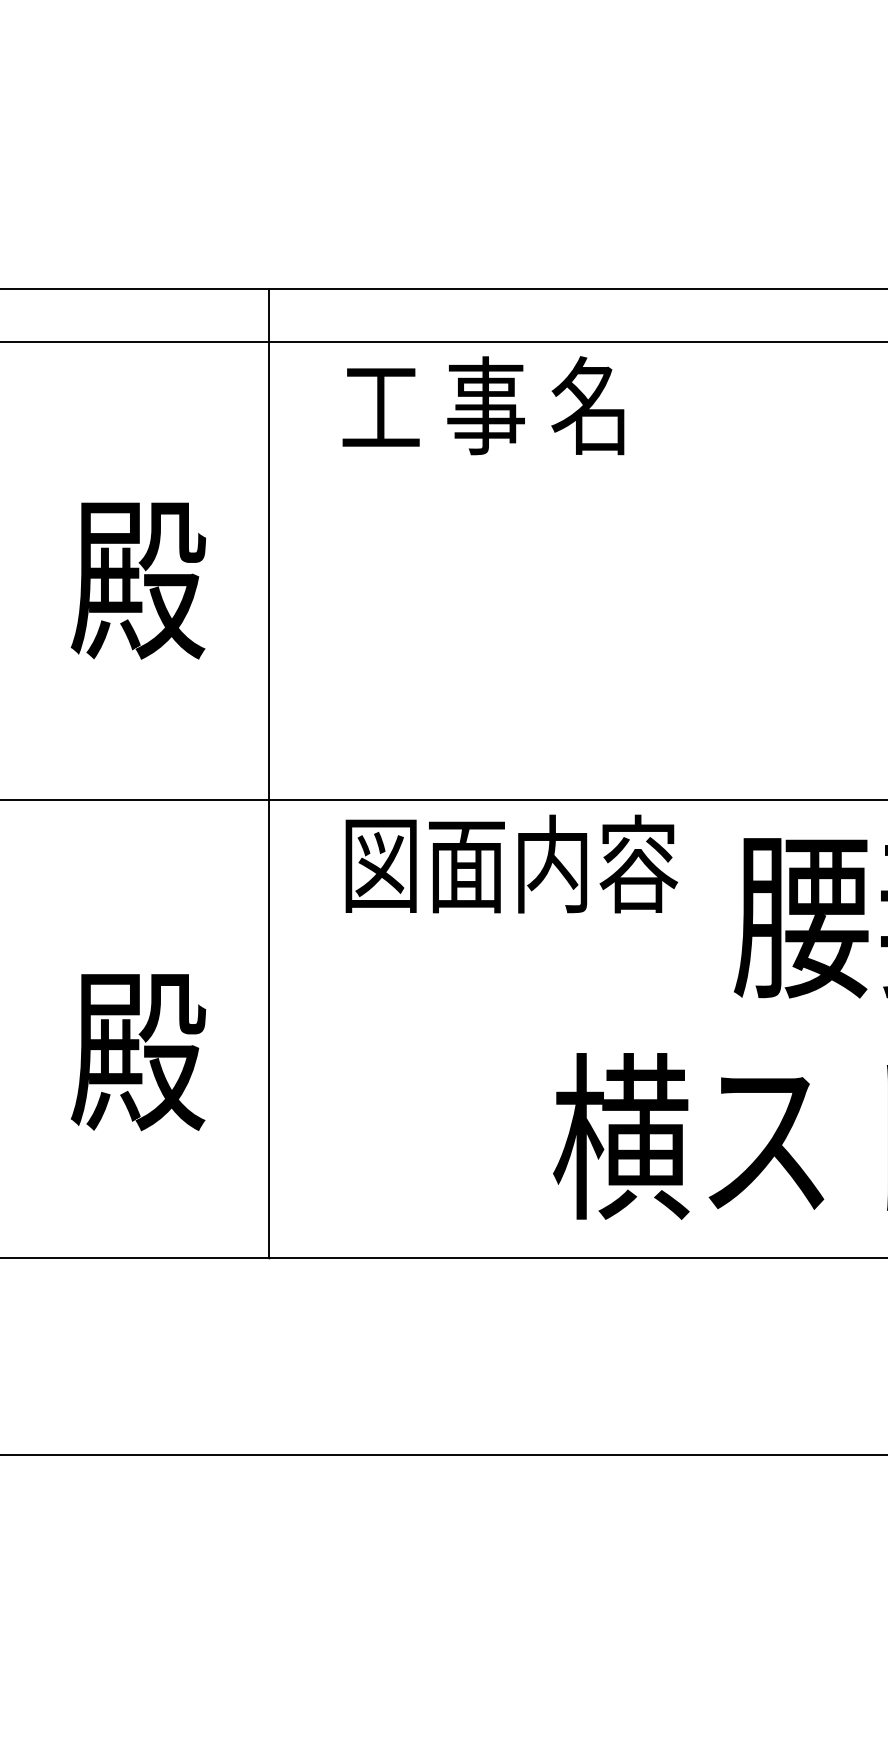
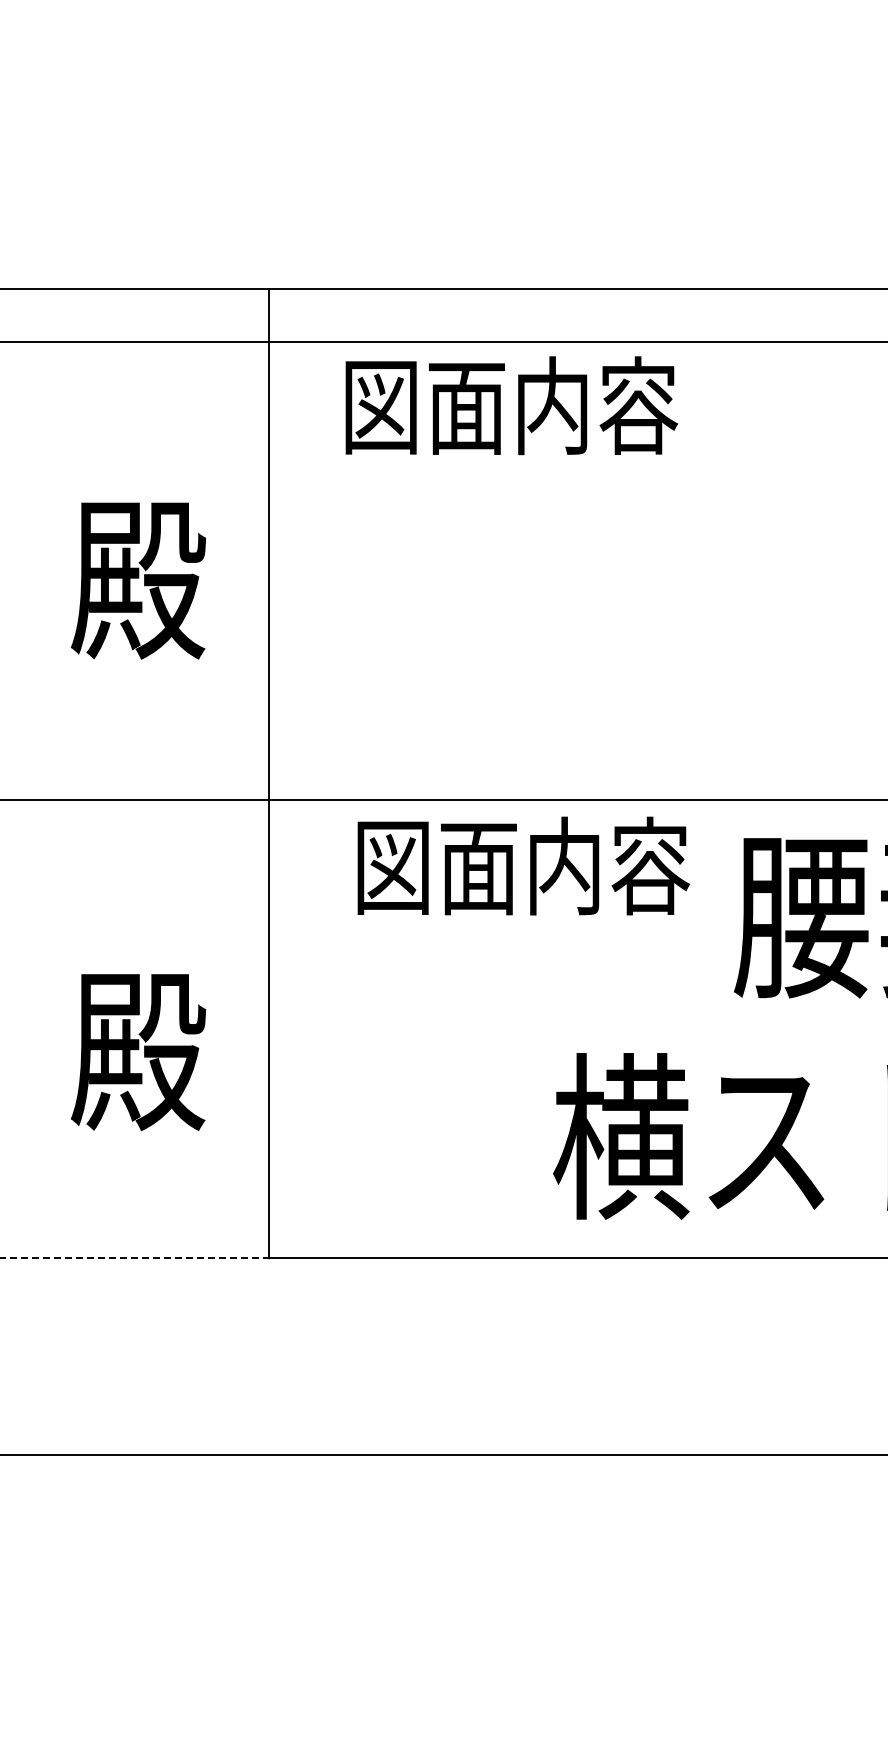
text at (510, 405): 工 事 名 -> 図面内容
text at (511, 863) position: (511, 863) -> (523, 865)
line at (135, 1258): solid -> dashed
